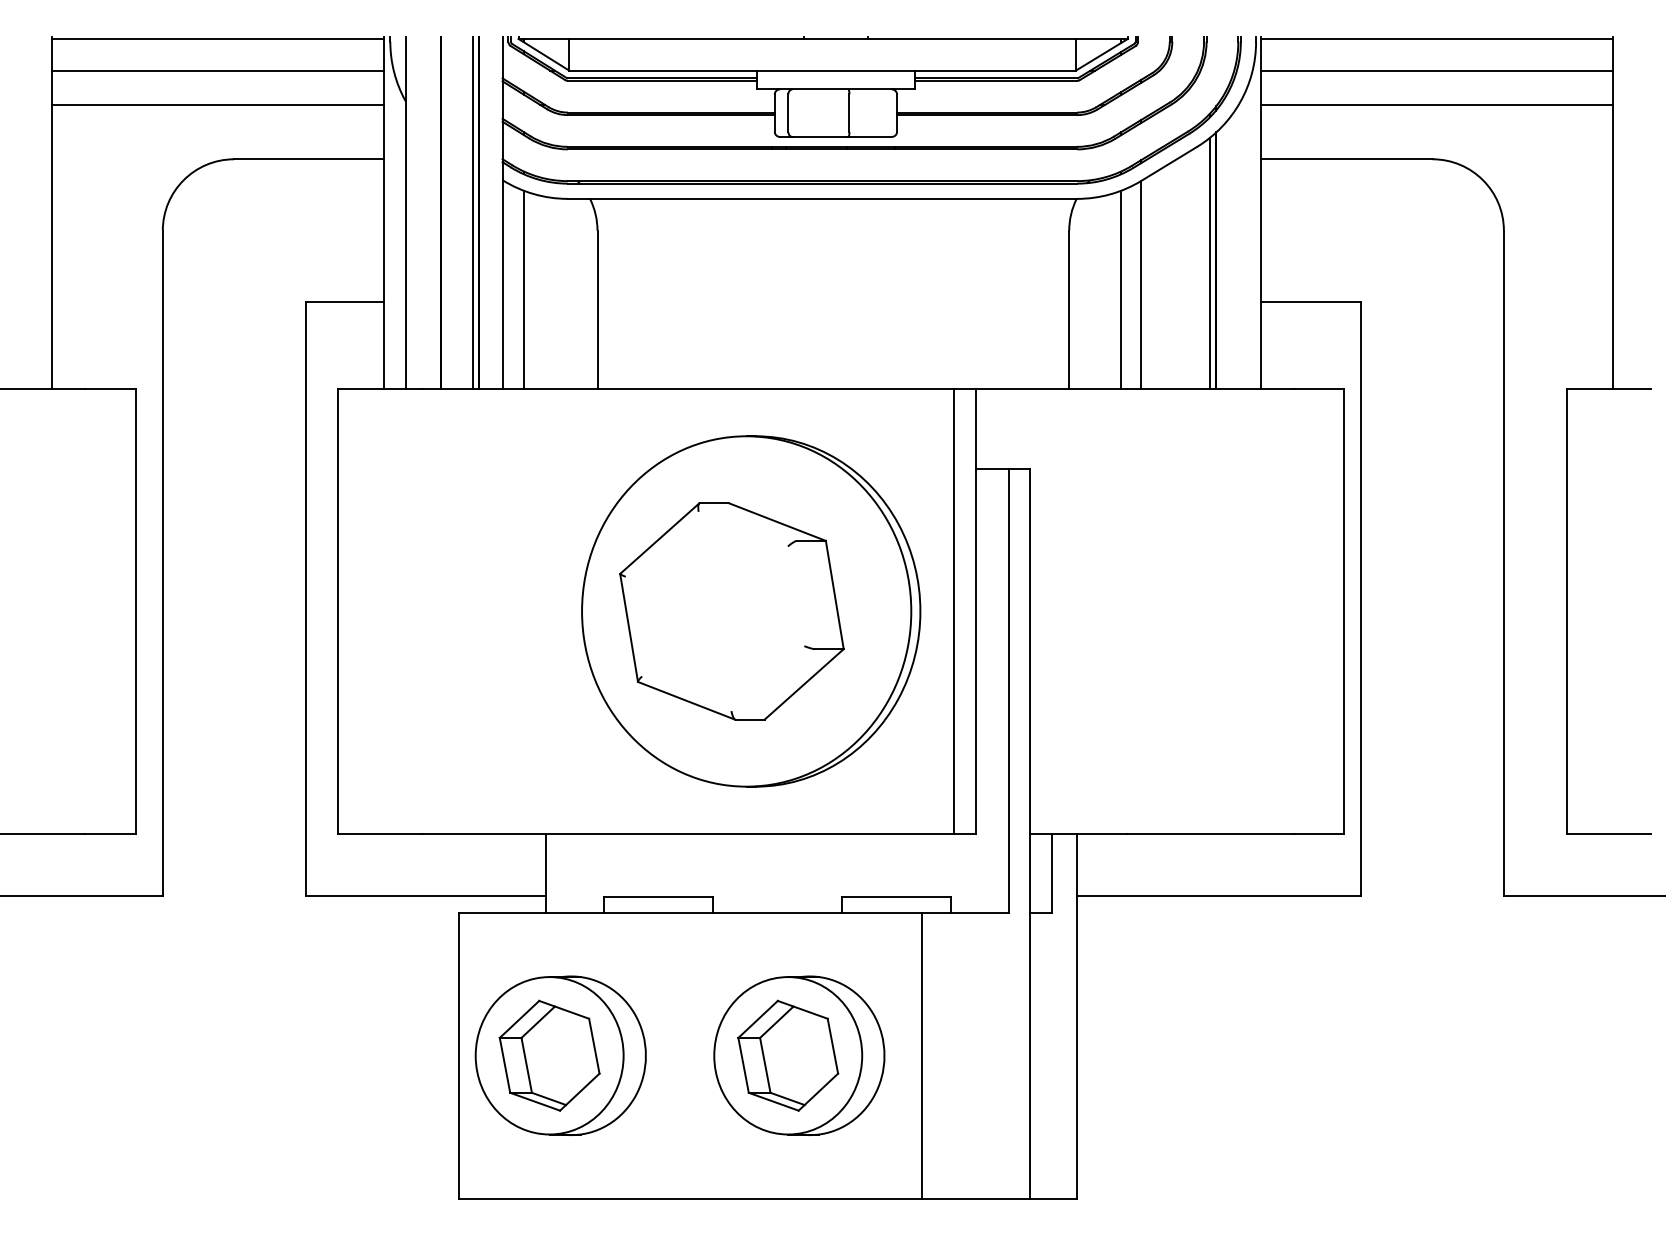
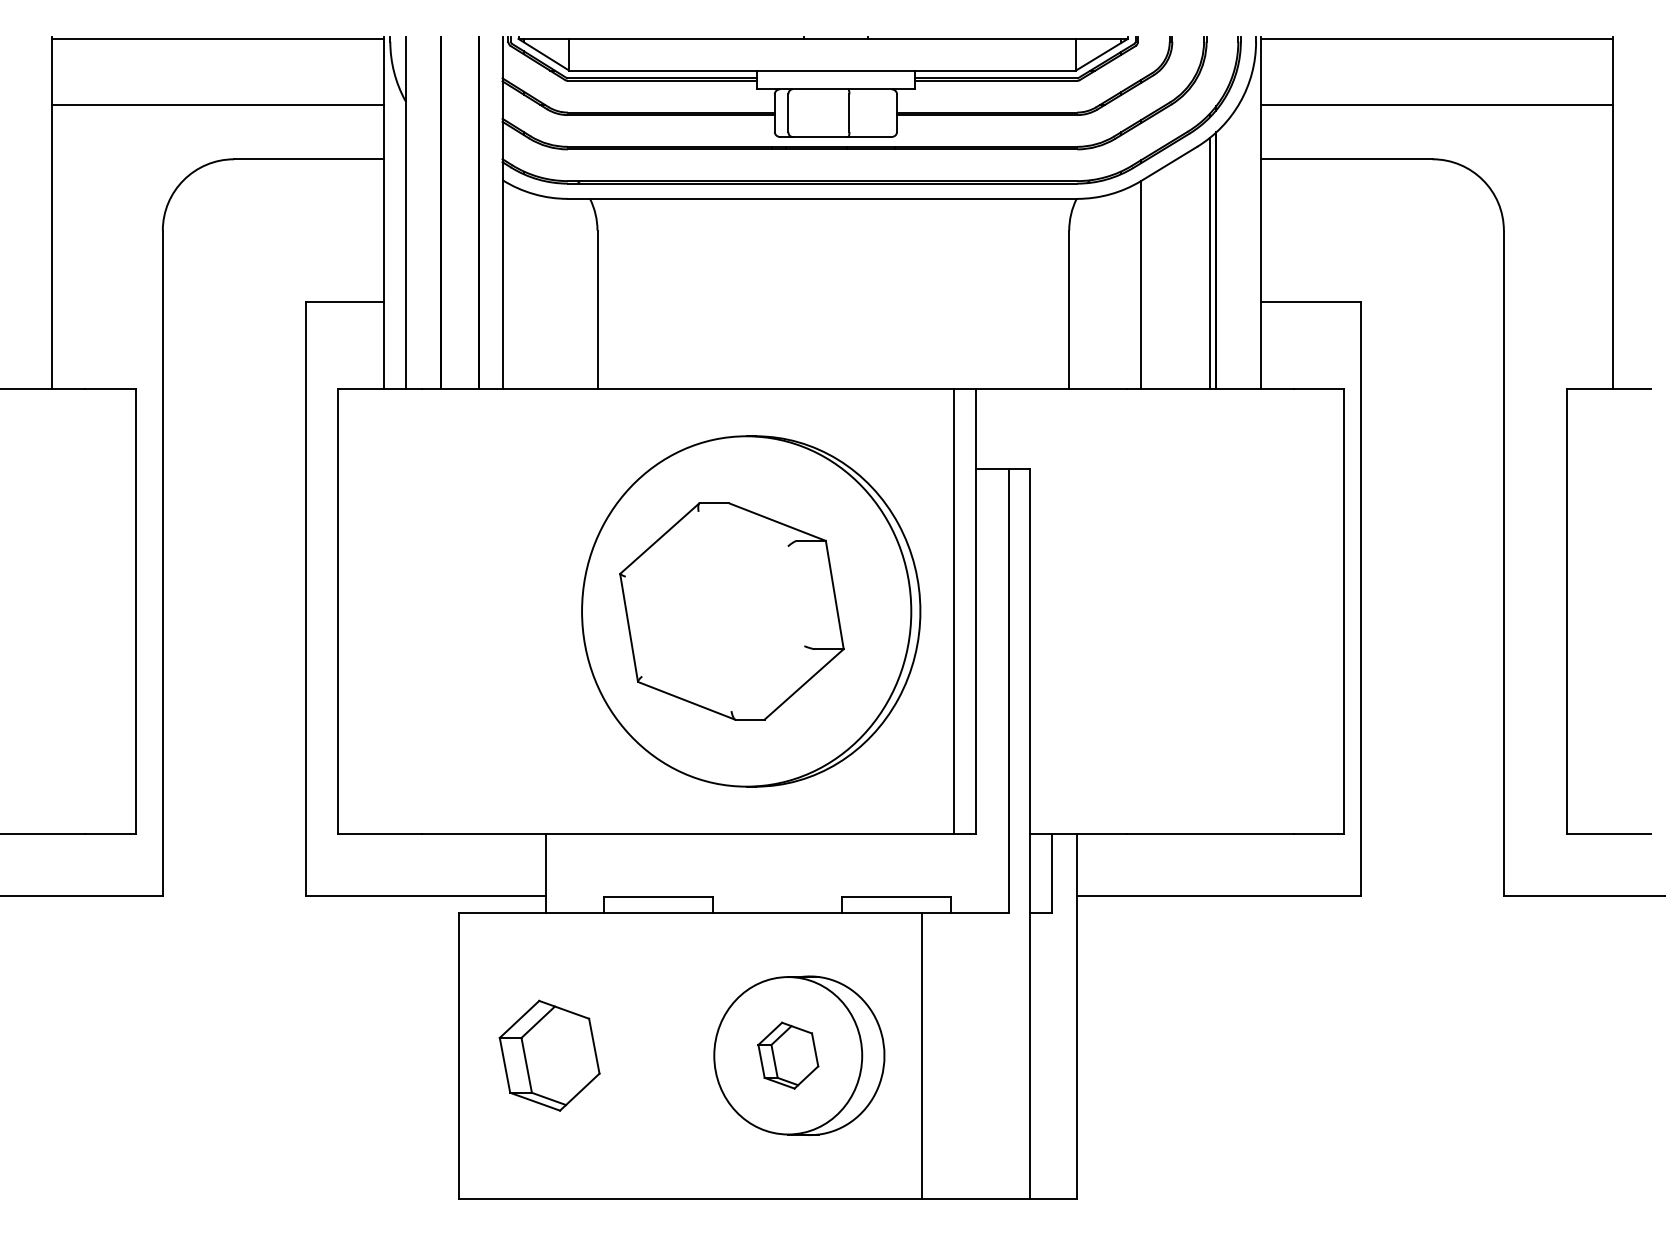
line at (218, 70): present -> none
line at (1436, 70): present -> none
line at (472, 213): present -> none
line at (523, 289): present -> none
line at (1121, 289): present -> none
part at (560, 1055): present -> none
part at (788, 1055) size: 103x113 px -> 63x69 px
